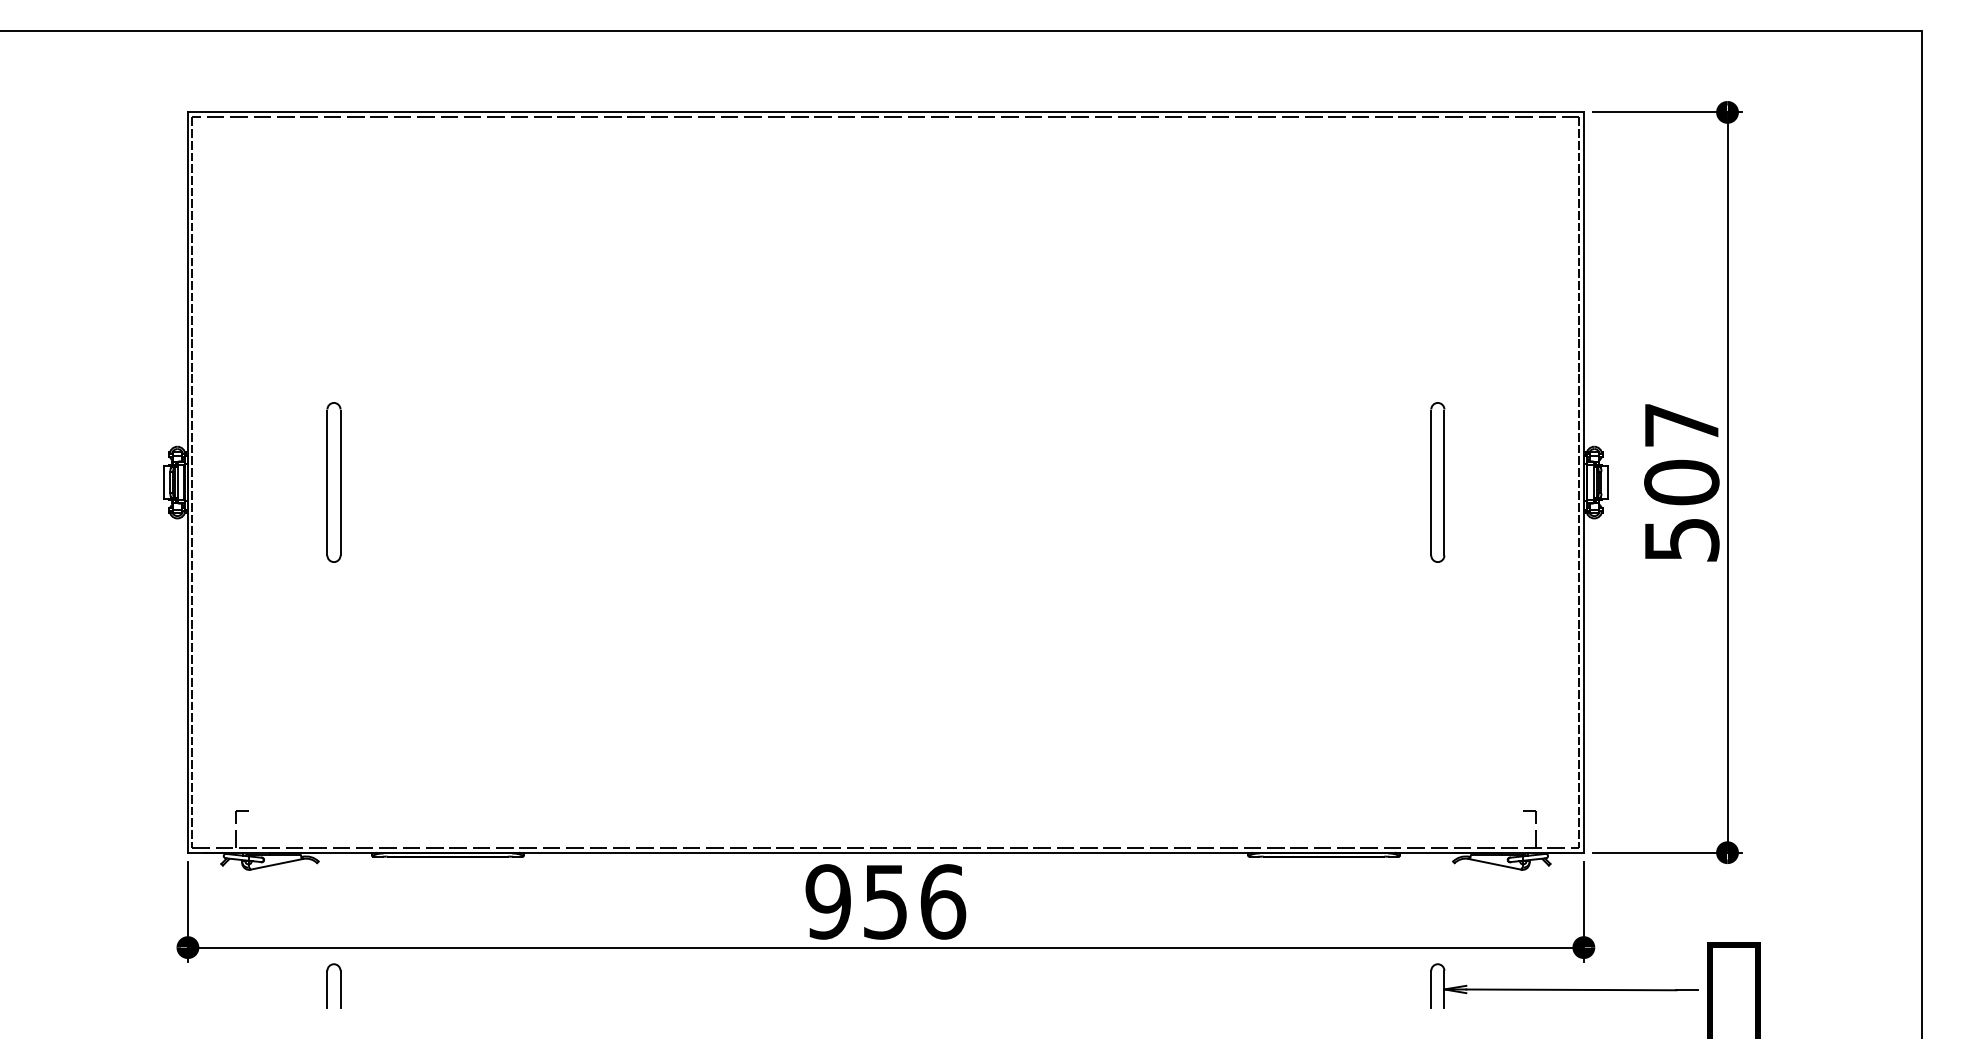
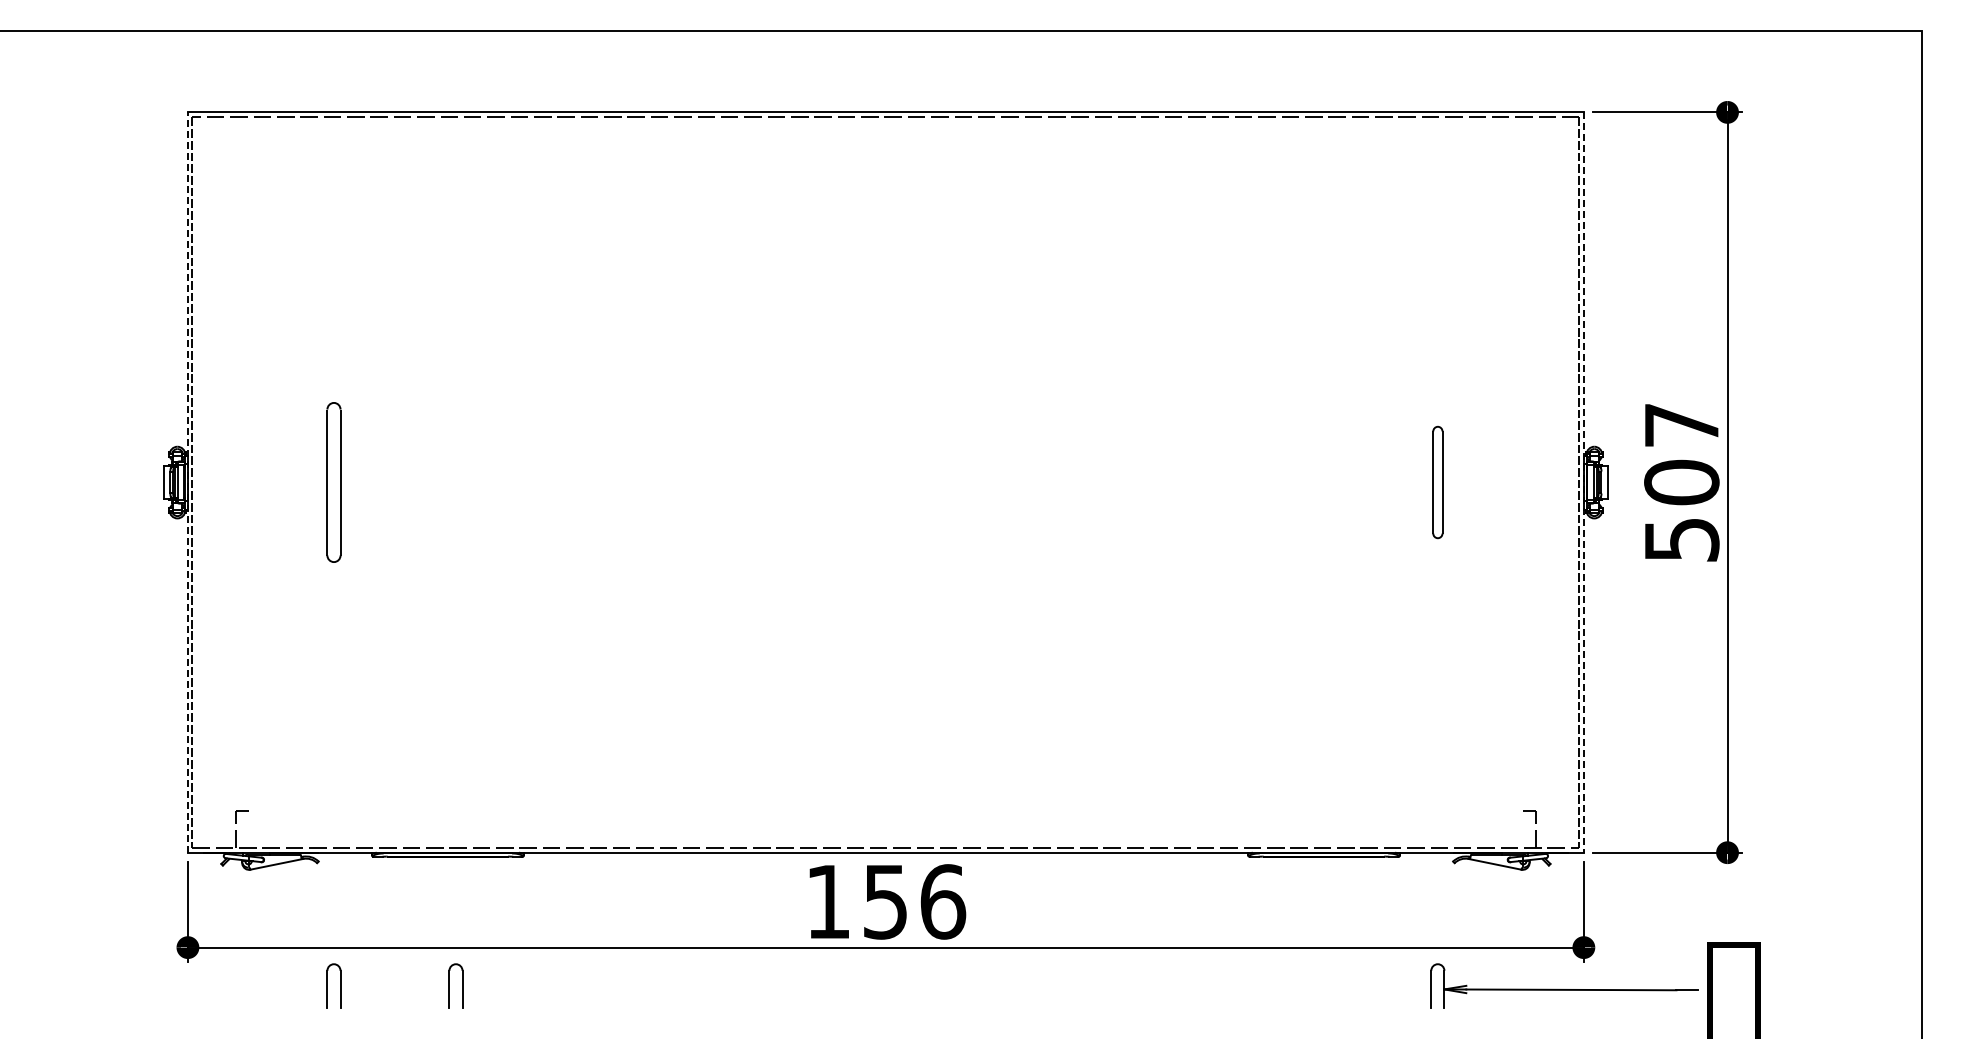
line at (187, 482): solid -> dashed
part at (1437, 482) size: 16x161 px -> 12x115 px
line at (1583, 483): solid -> dashed
text at (827, 901): 956 -> 156
part at (455, 985): none -> present
